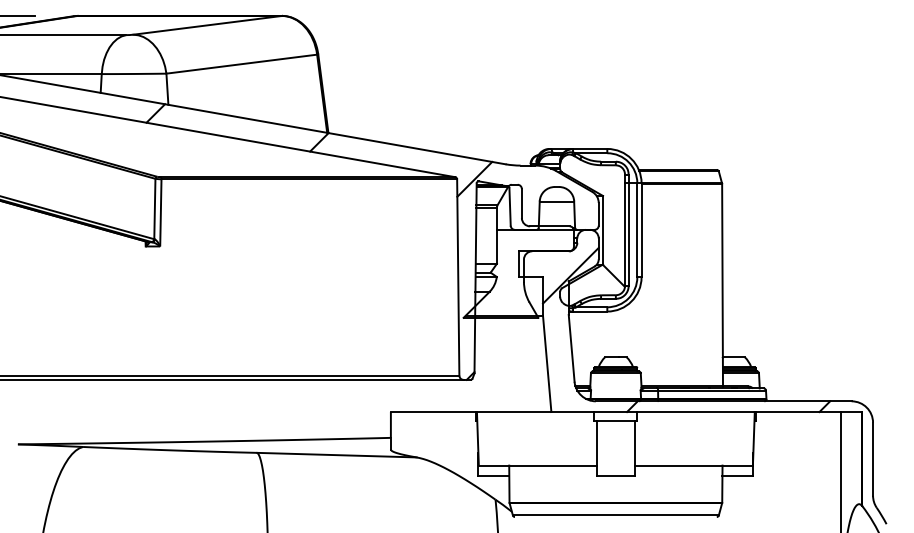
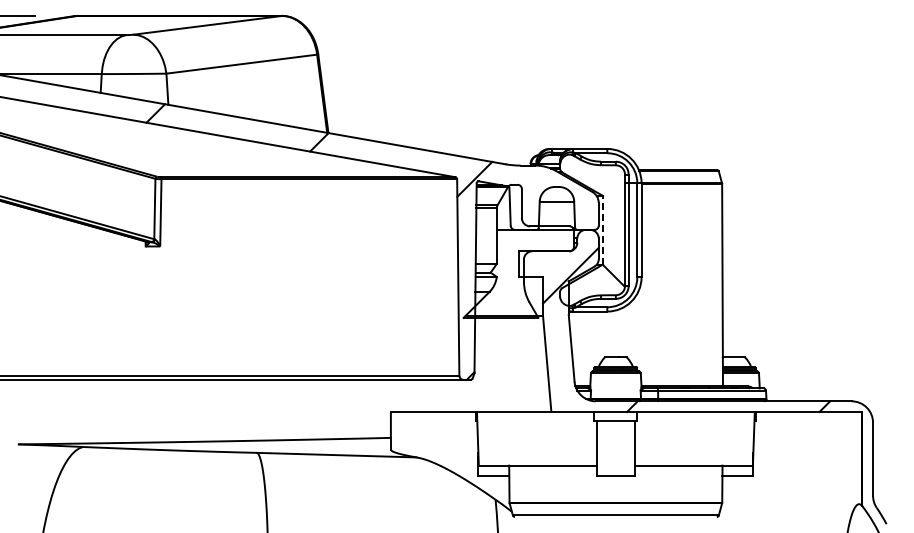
line at (603, 229): solid -> dashed
line at (840, 470): present -> none
